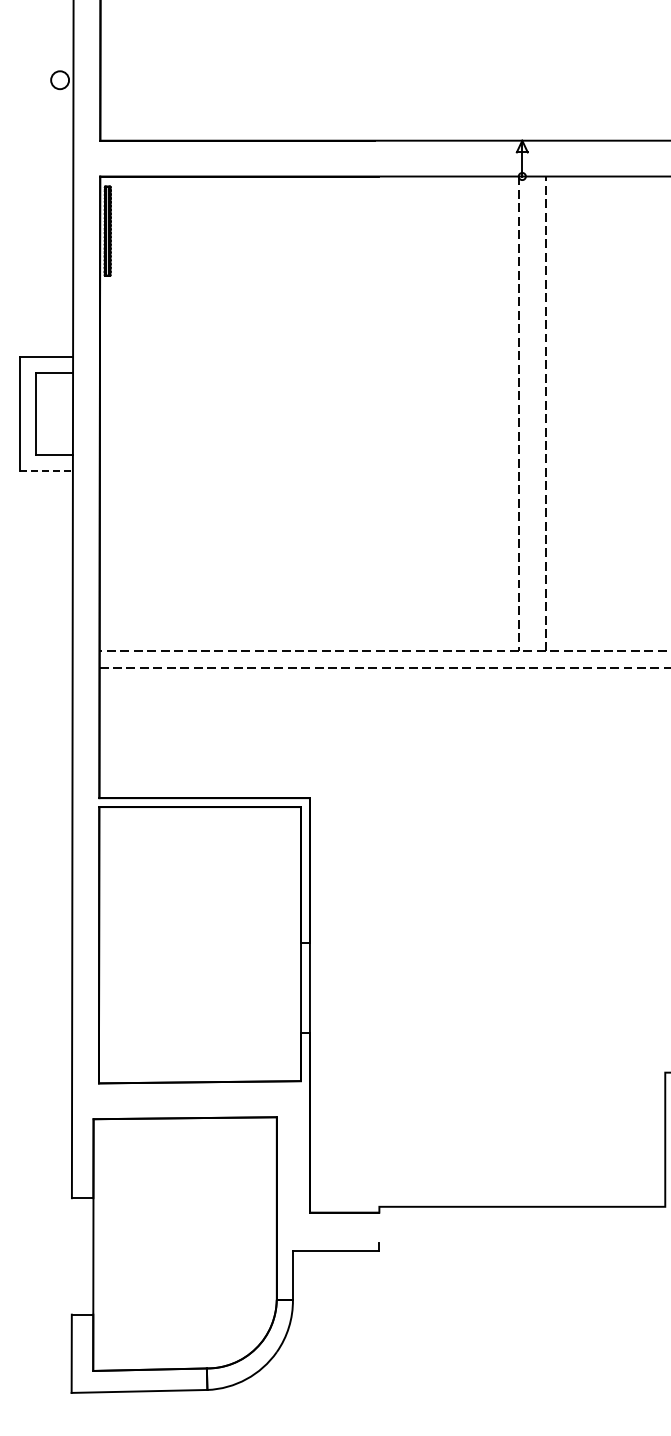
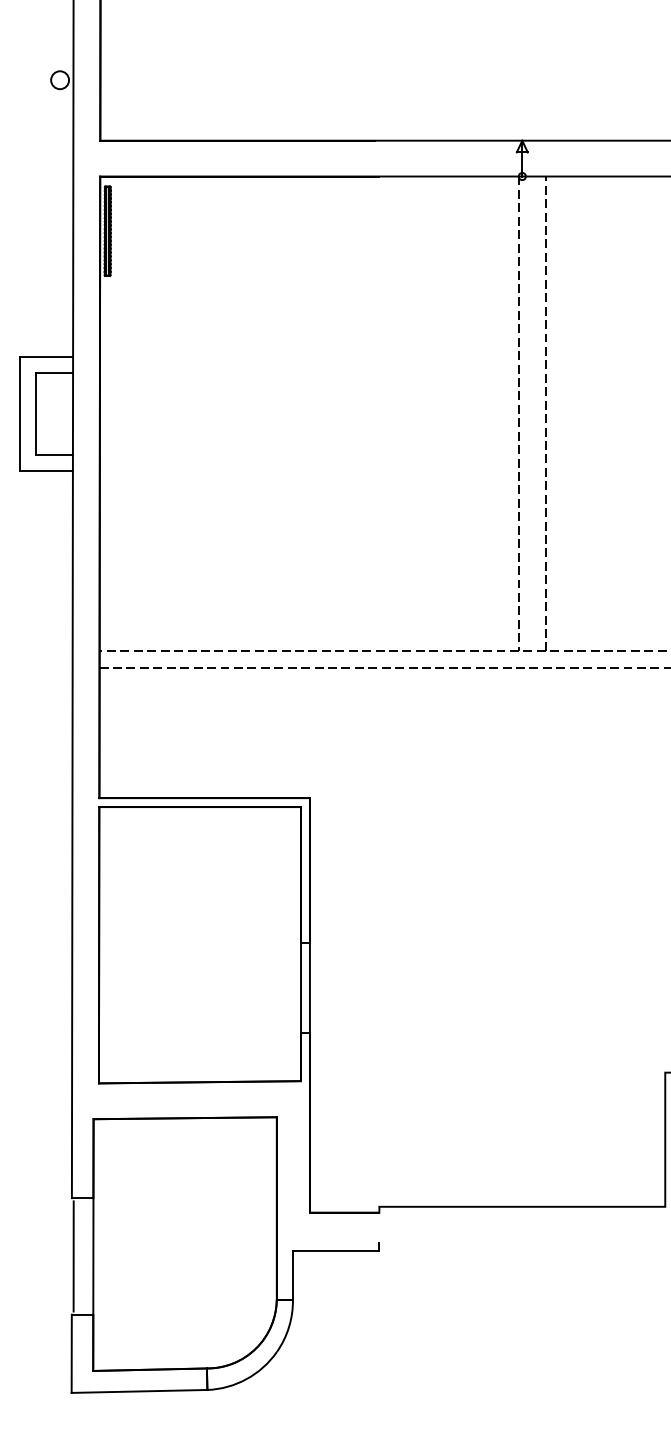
line at (46, 471): dashed -> solid
line at (73, 1256): none -> present
